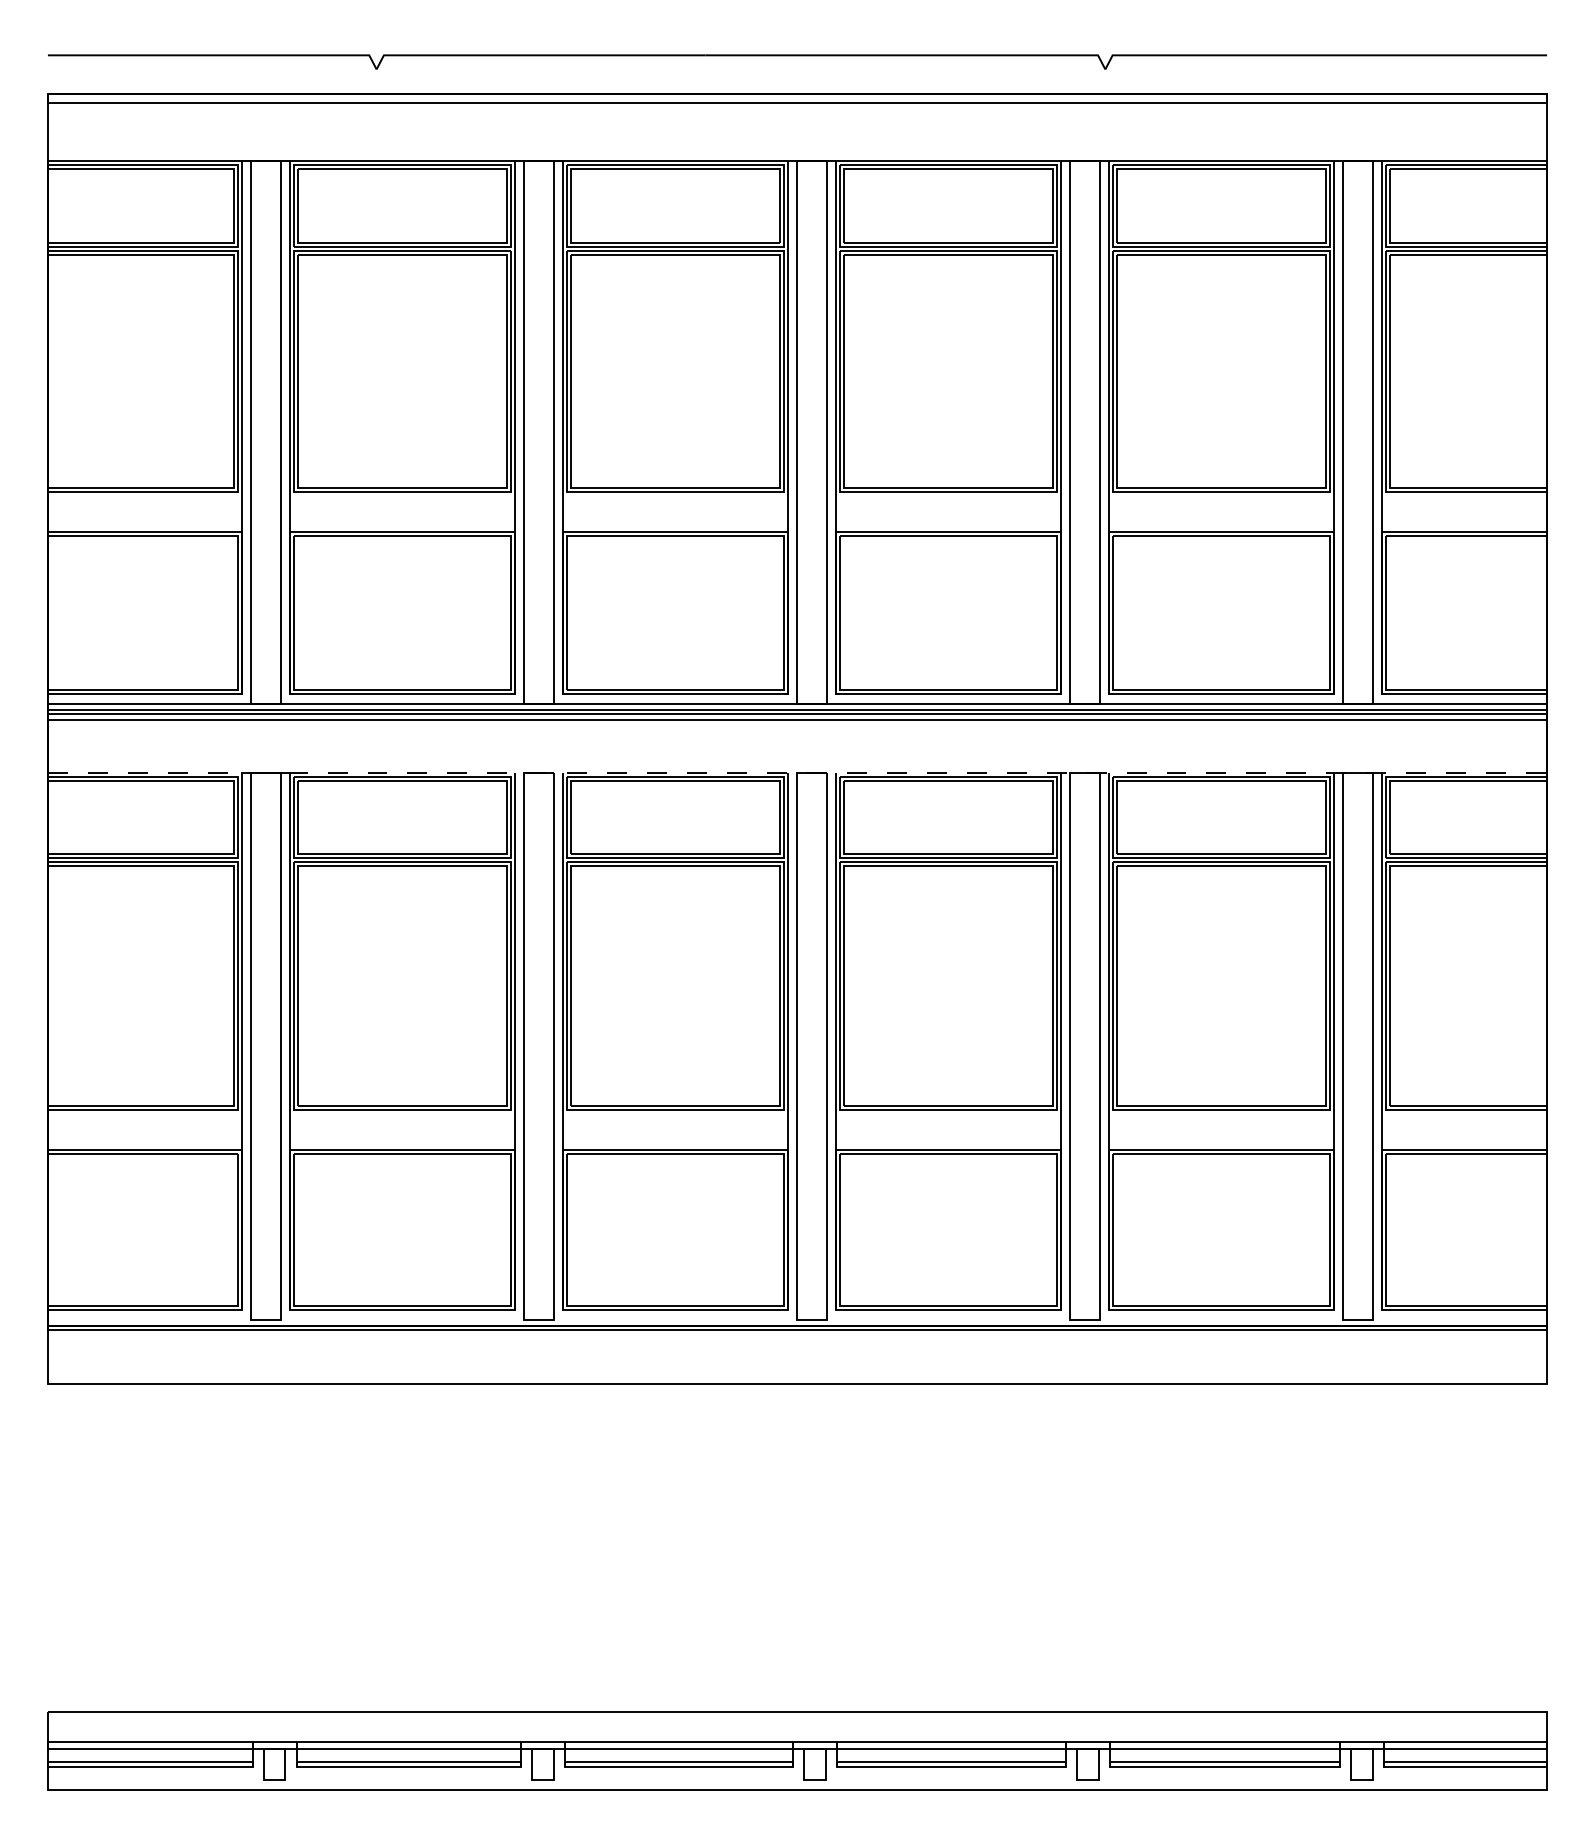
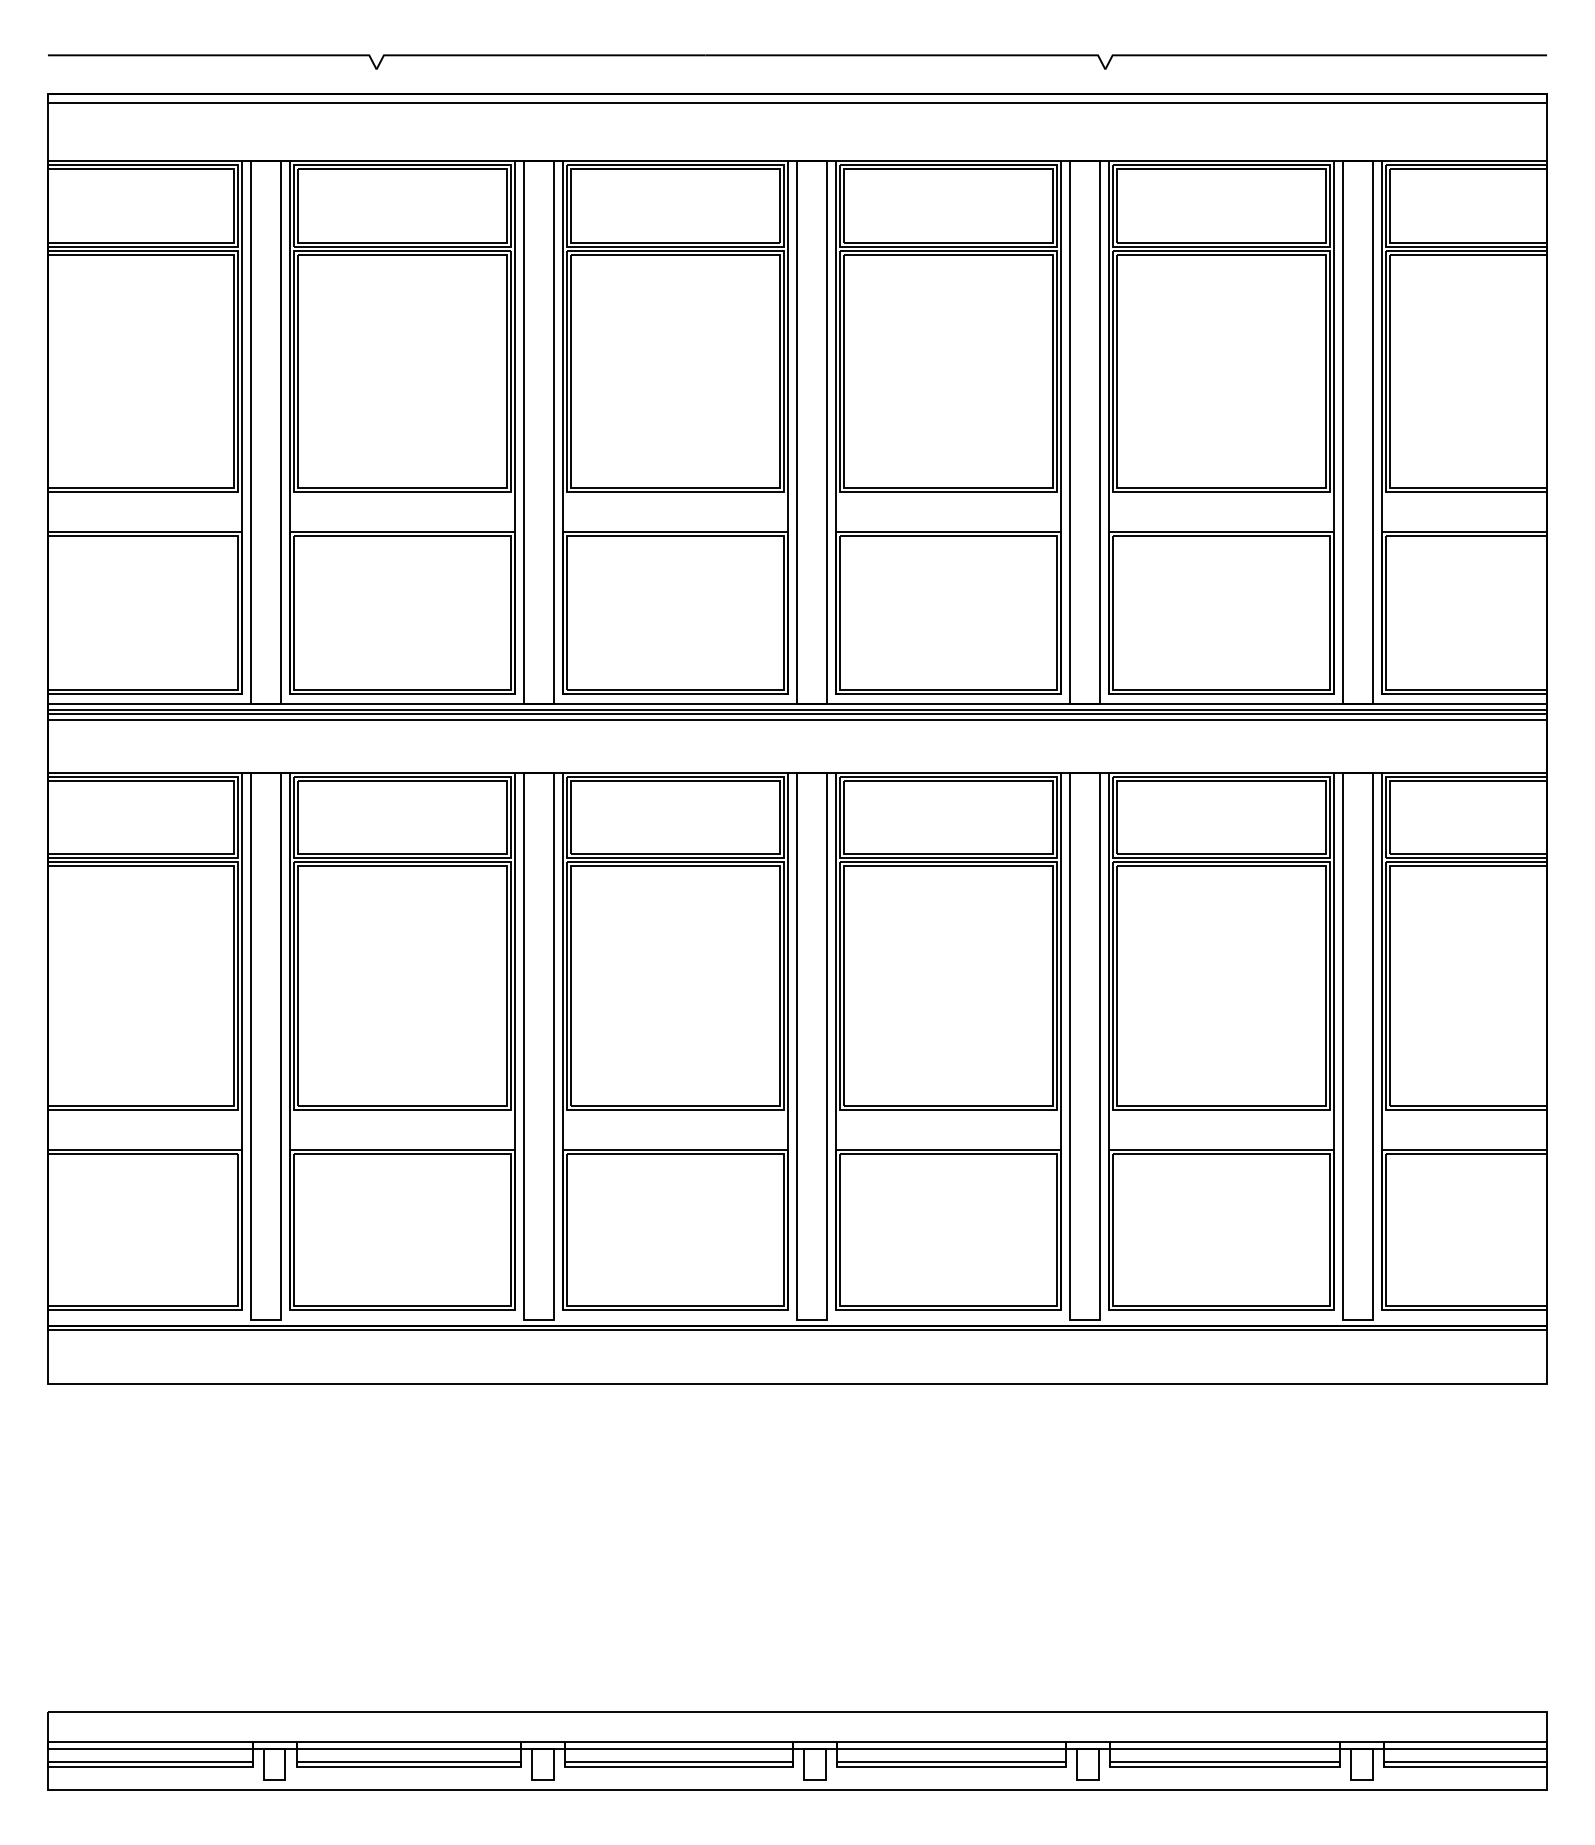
line at (797, 772): dashed -> solid
